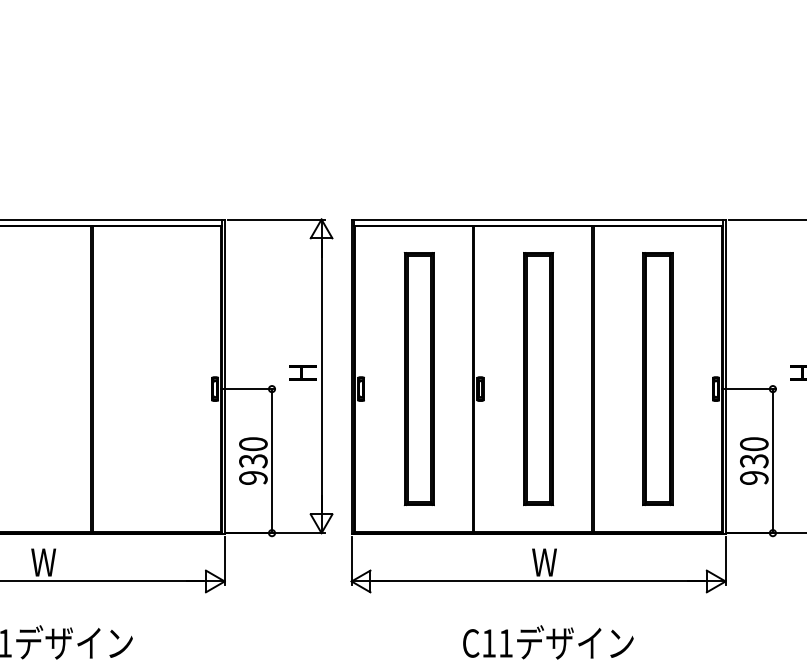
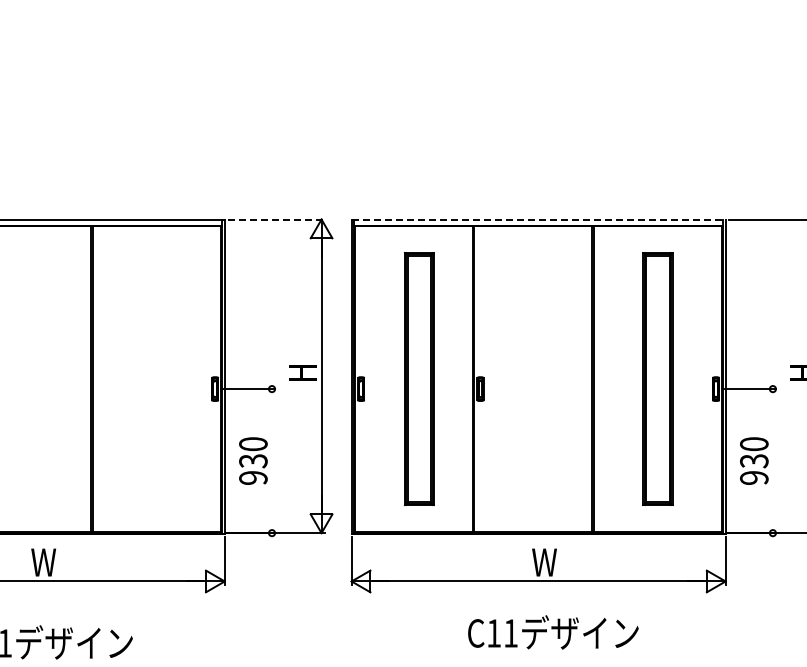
line at (276, 219): solid -> dashed
line at (538, 219): solid -> dashed
part at (538, 378): present -> none
line at (272, 461): present -> none
line at (772, 461): present -> none
text at (548, 642) position: (548, 642) -> (553, 632)
